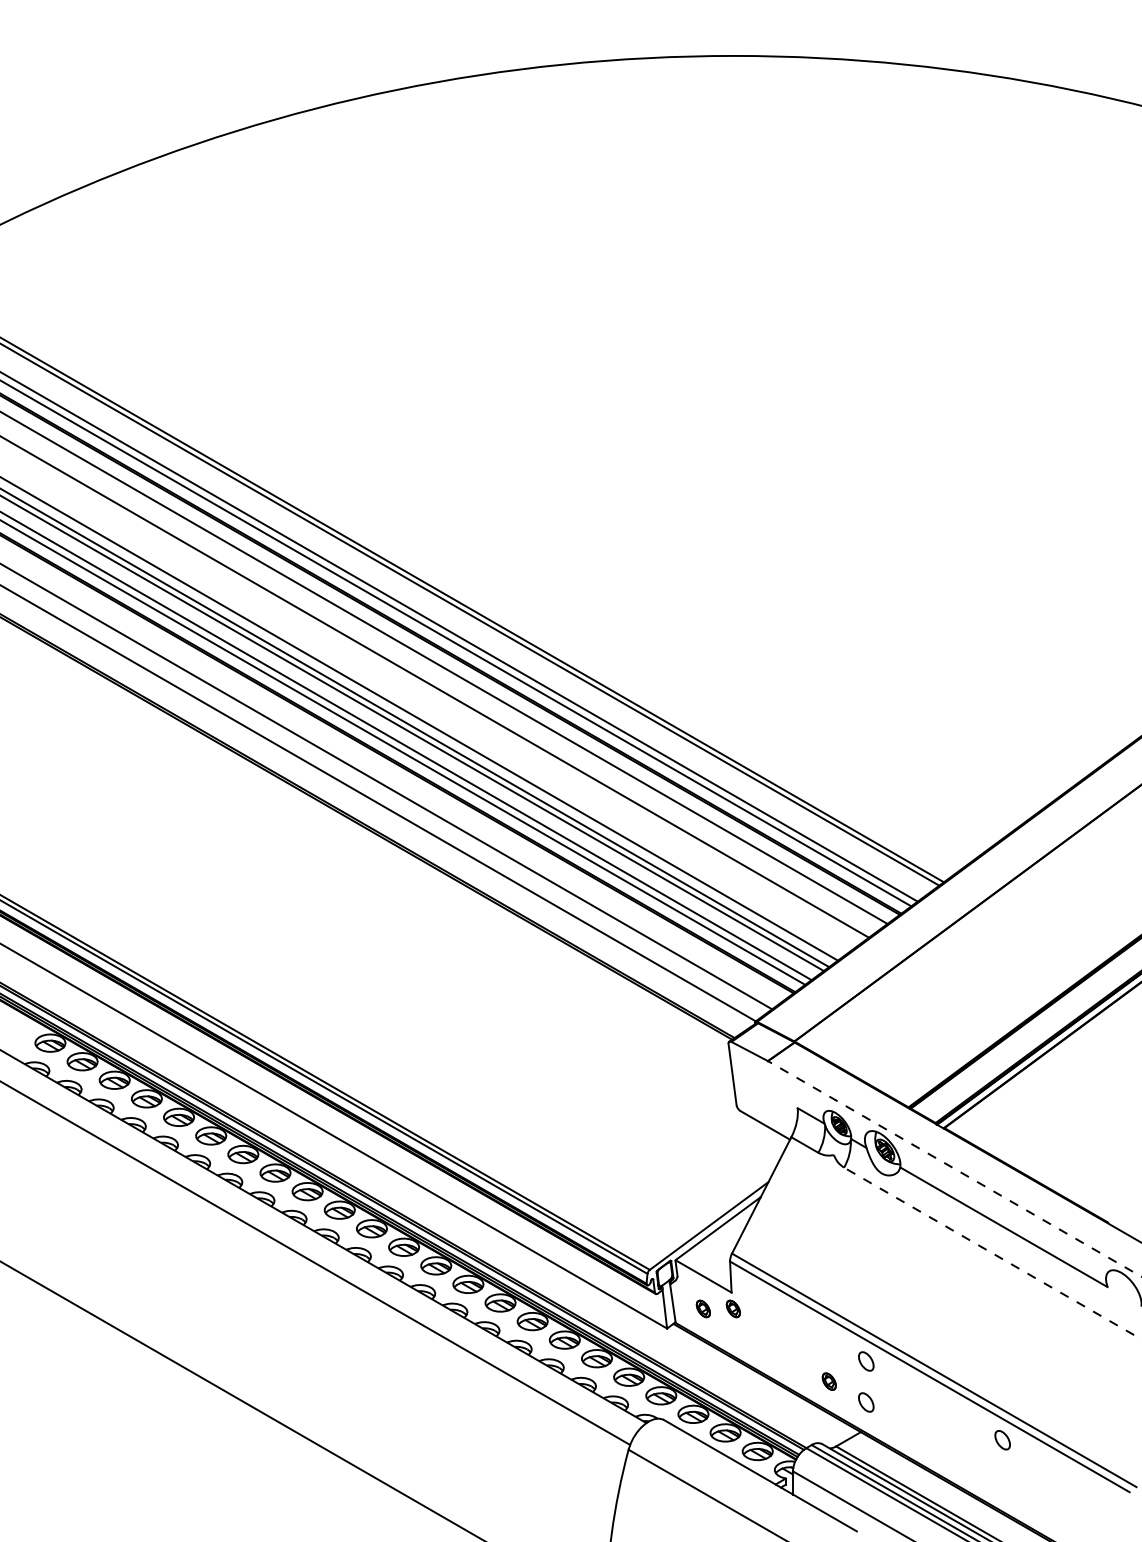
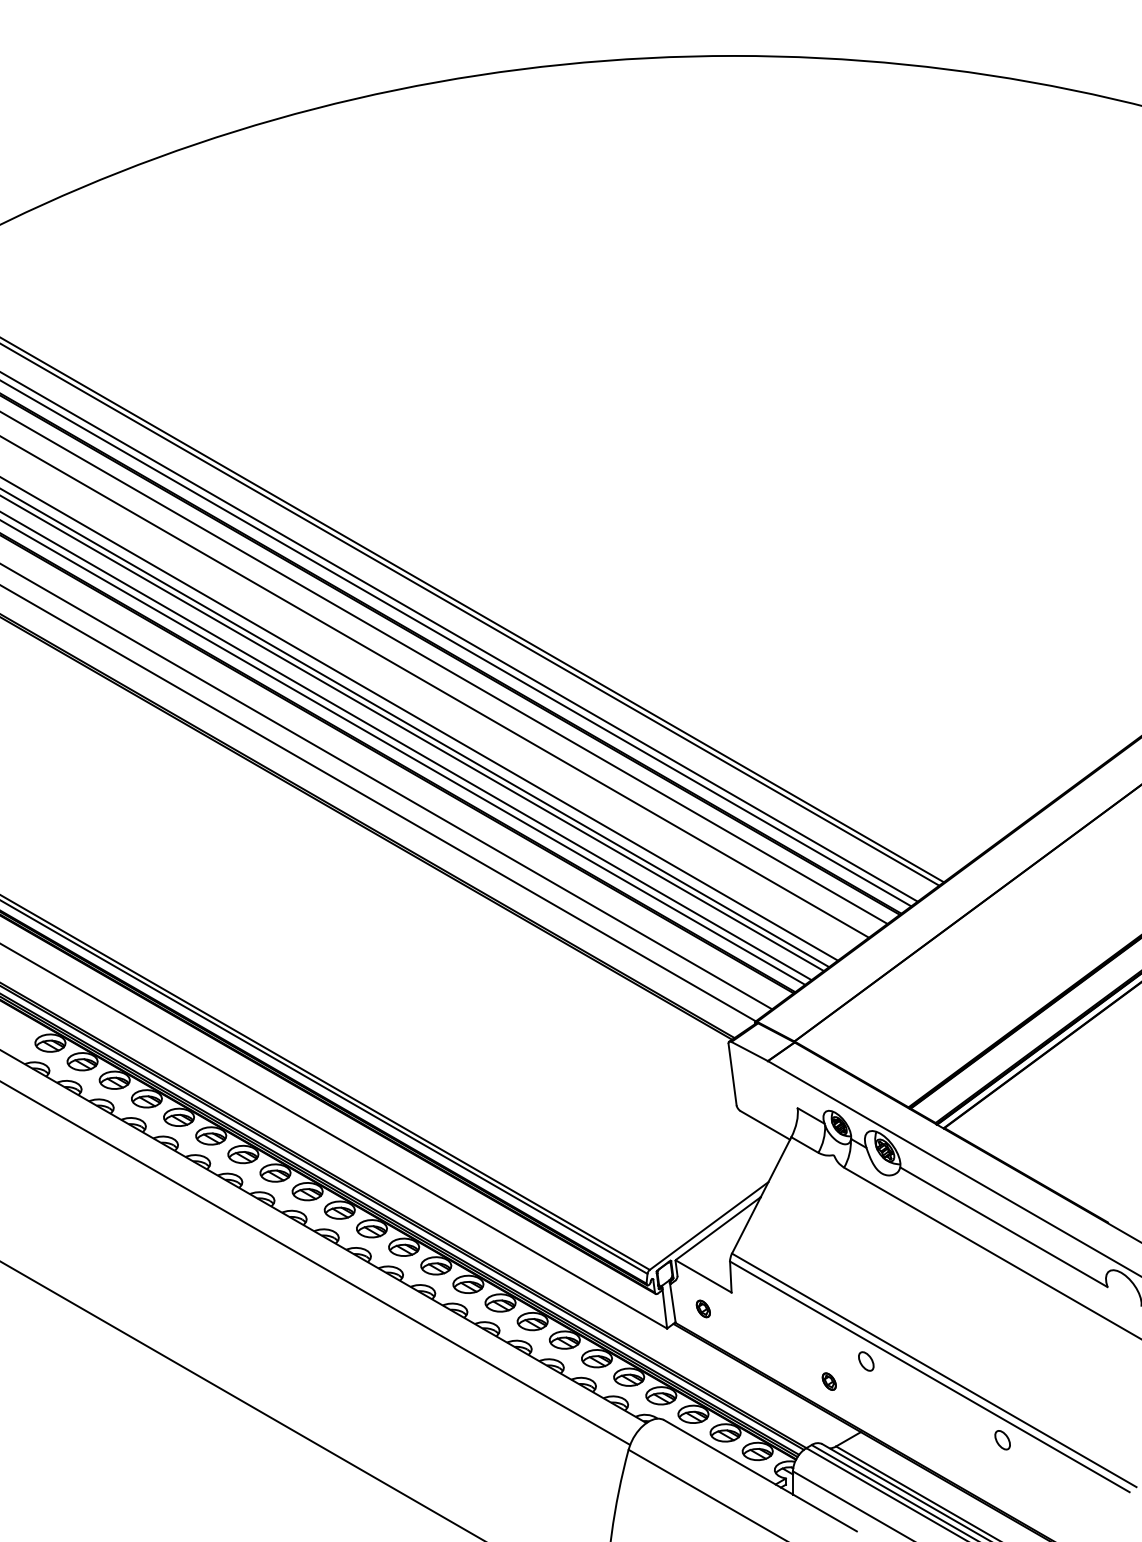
line at (954, 1168): dashed -> solid
line at (993, 1253): dashed -> solid
part at (732, 1308): present -> none
part at (866, 1402): present -> none
